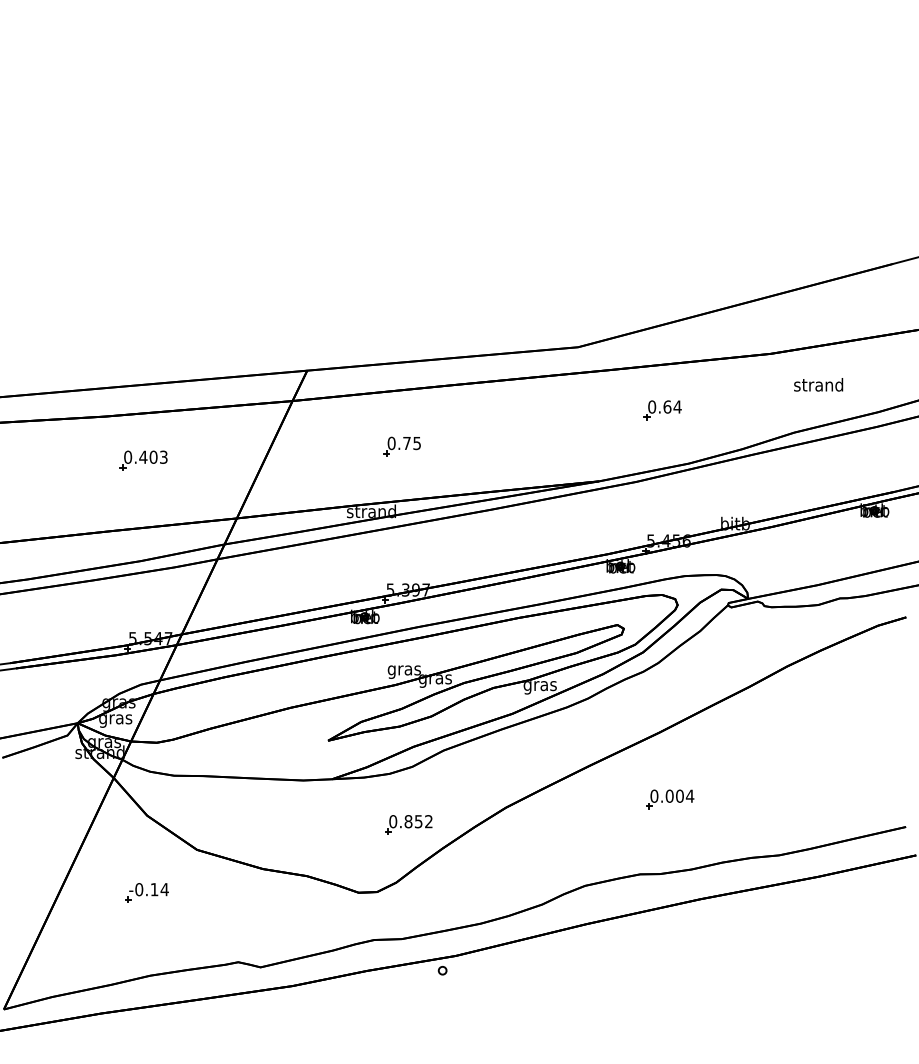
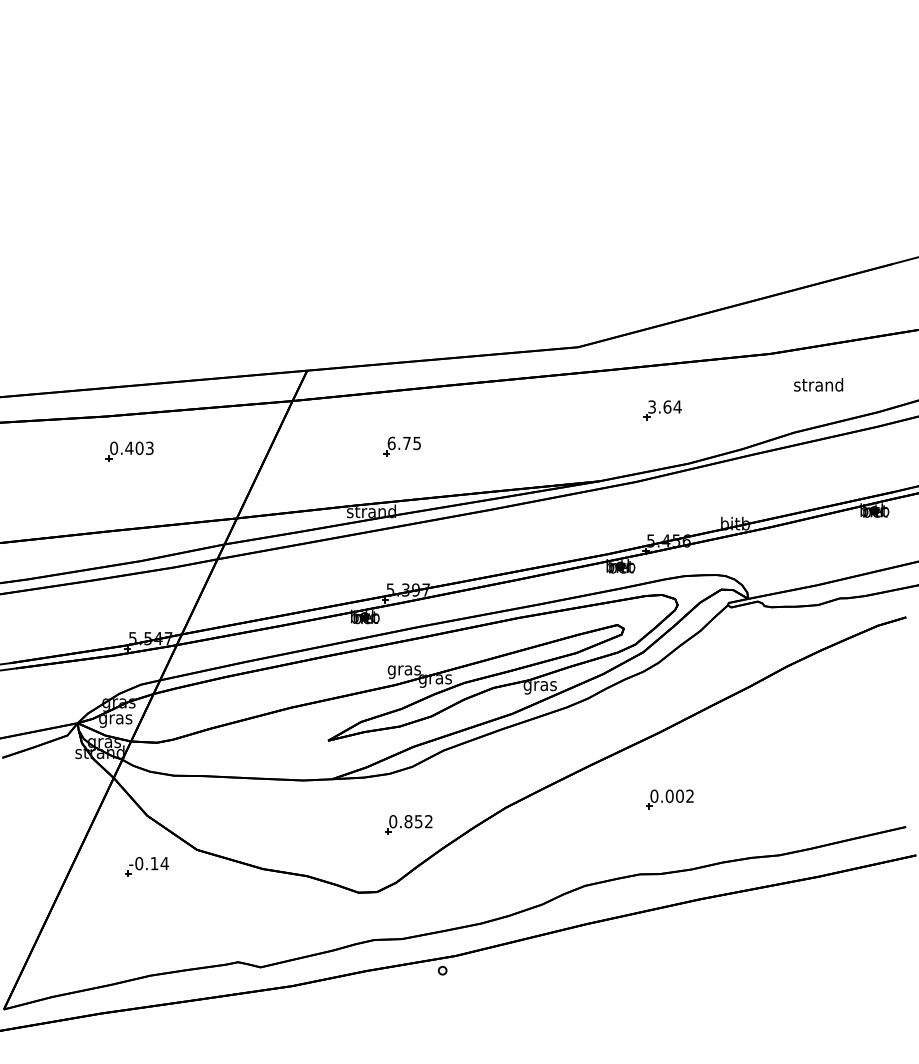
text at (652, 406): 0.64 -> 3.64
text at (391, 442): 0.75 -> 6.75
part at (143, 460) position: (143, 460) -> (129, 451)
text at (689, 795): 0.004 -> 0.002
part at (146, 892) position: (146, 892) -> (146, 866)
